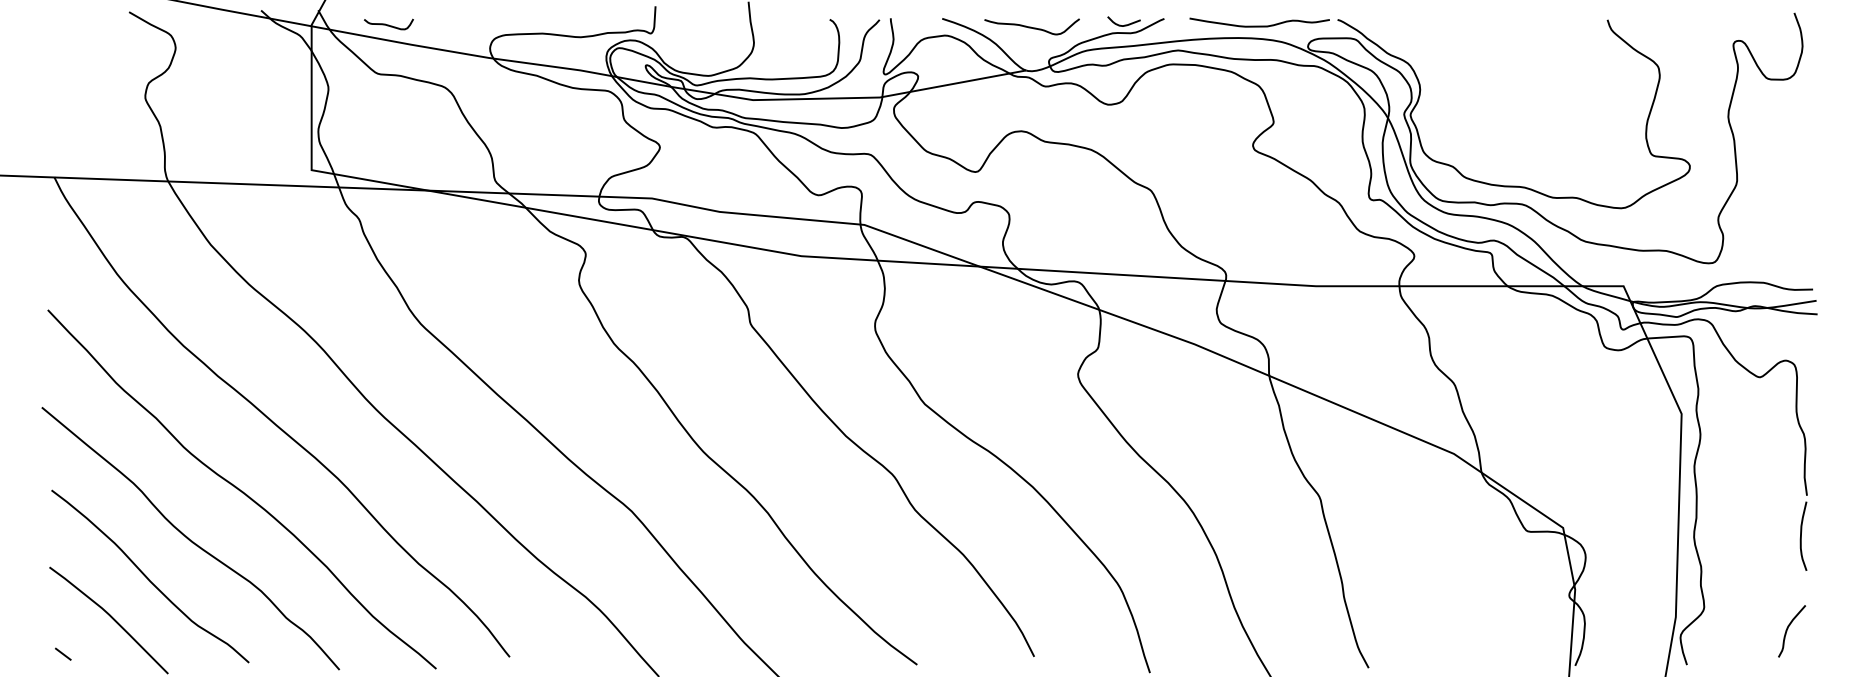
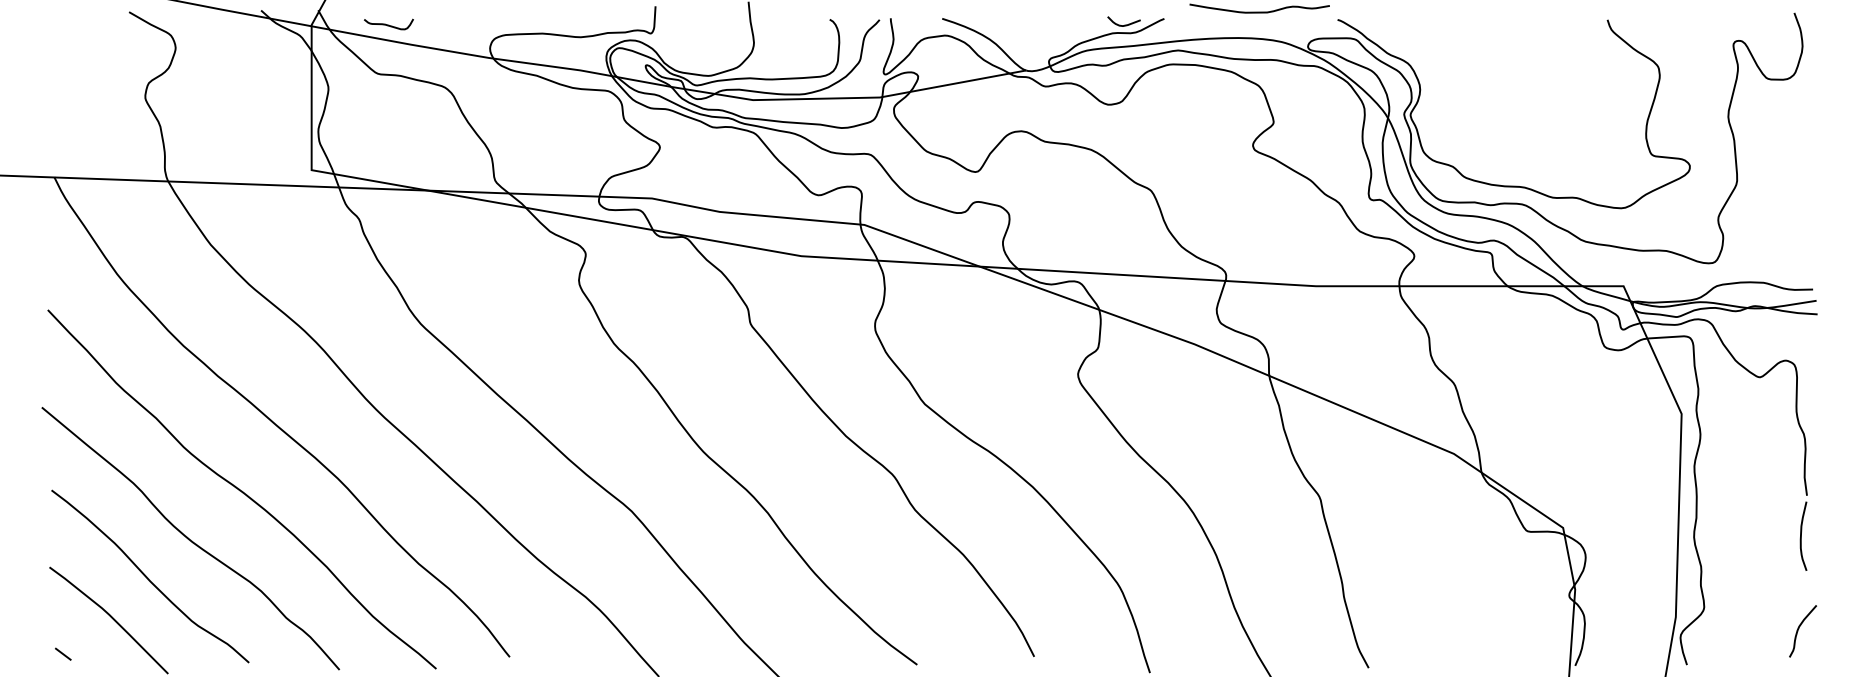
curve at (1259, 25) position: (1259, 25) -> (1259, 11)
curve at (1031, 26): present -> none
curve at (1787, 631) position: (1787, 631) -> (1798, 631)
